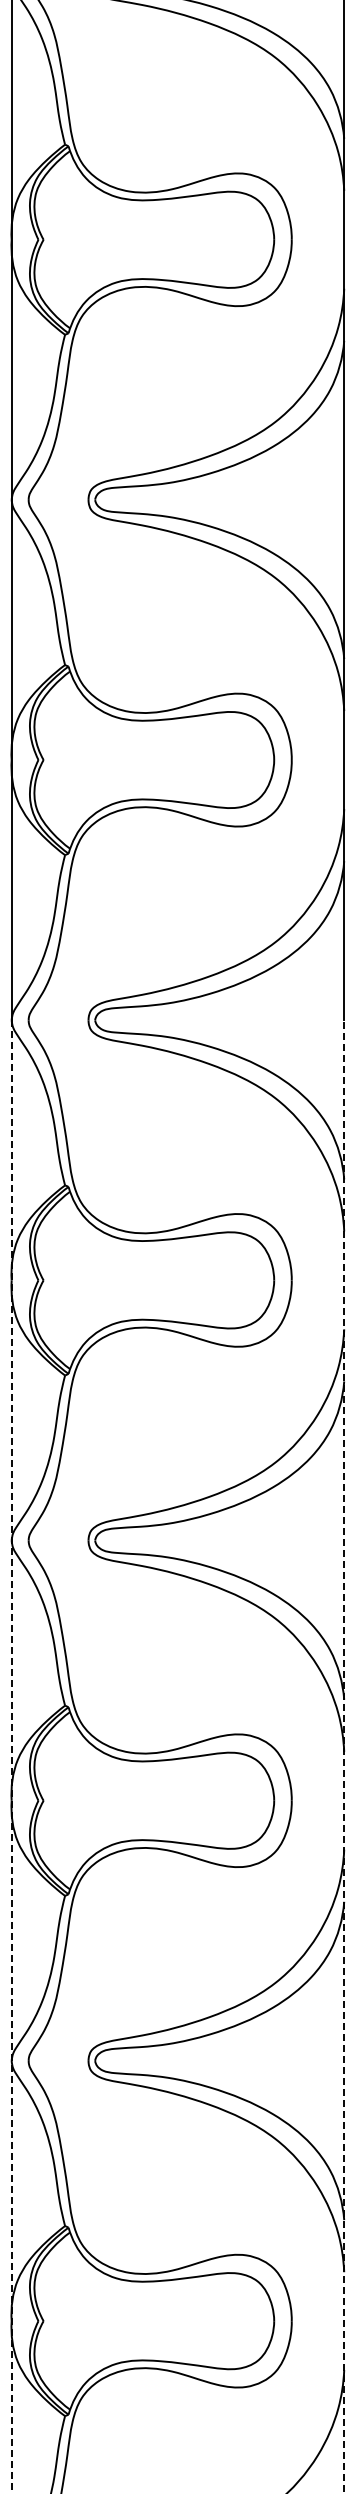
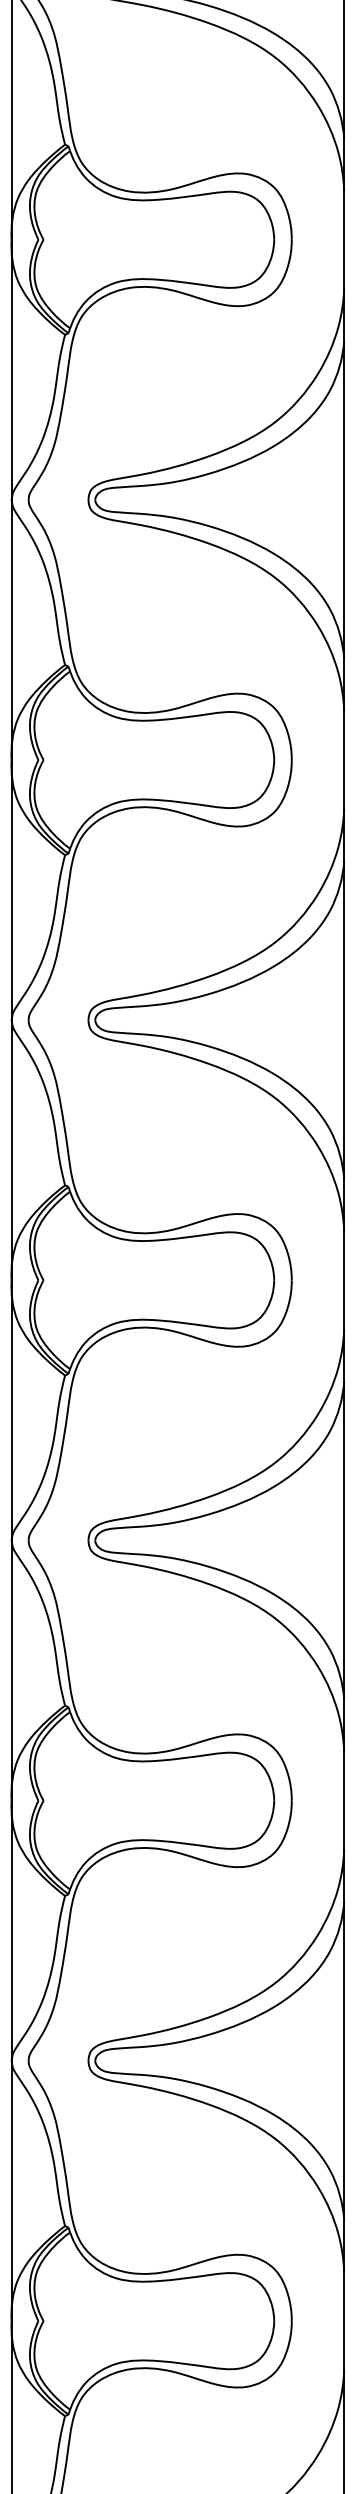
line at (344, 1756): dashed -> solid
line at (11, 1757): dashed -> solid
